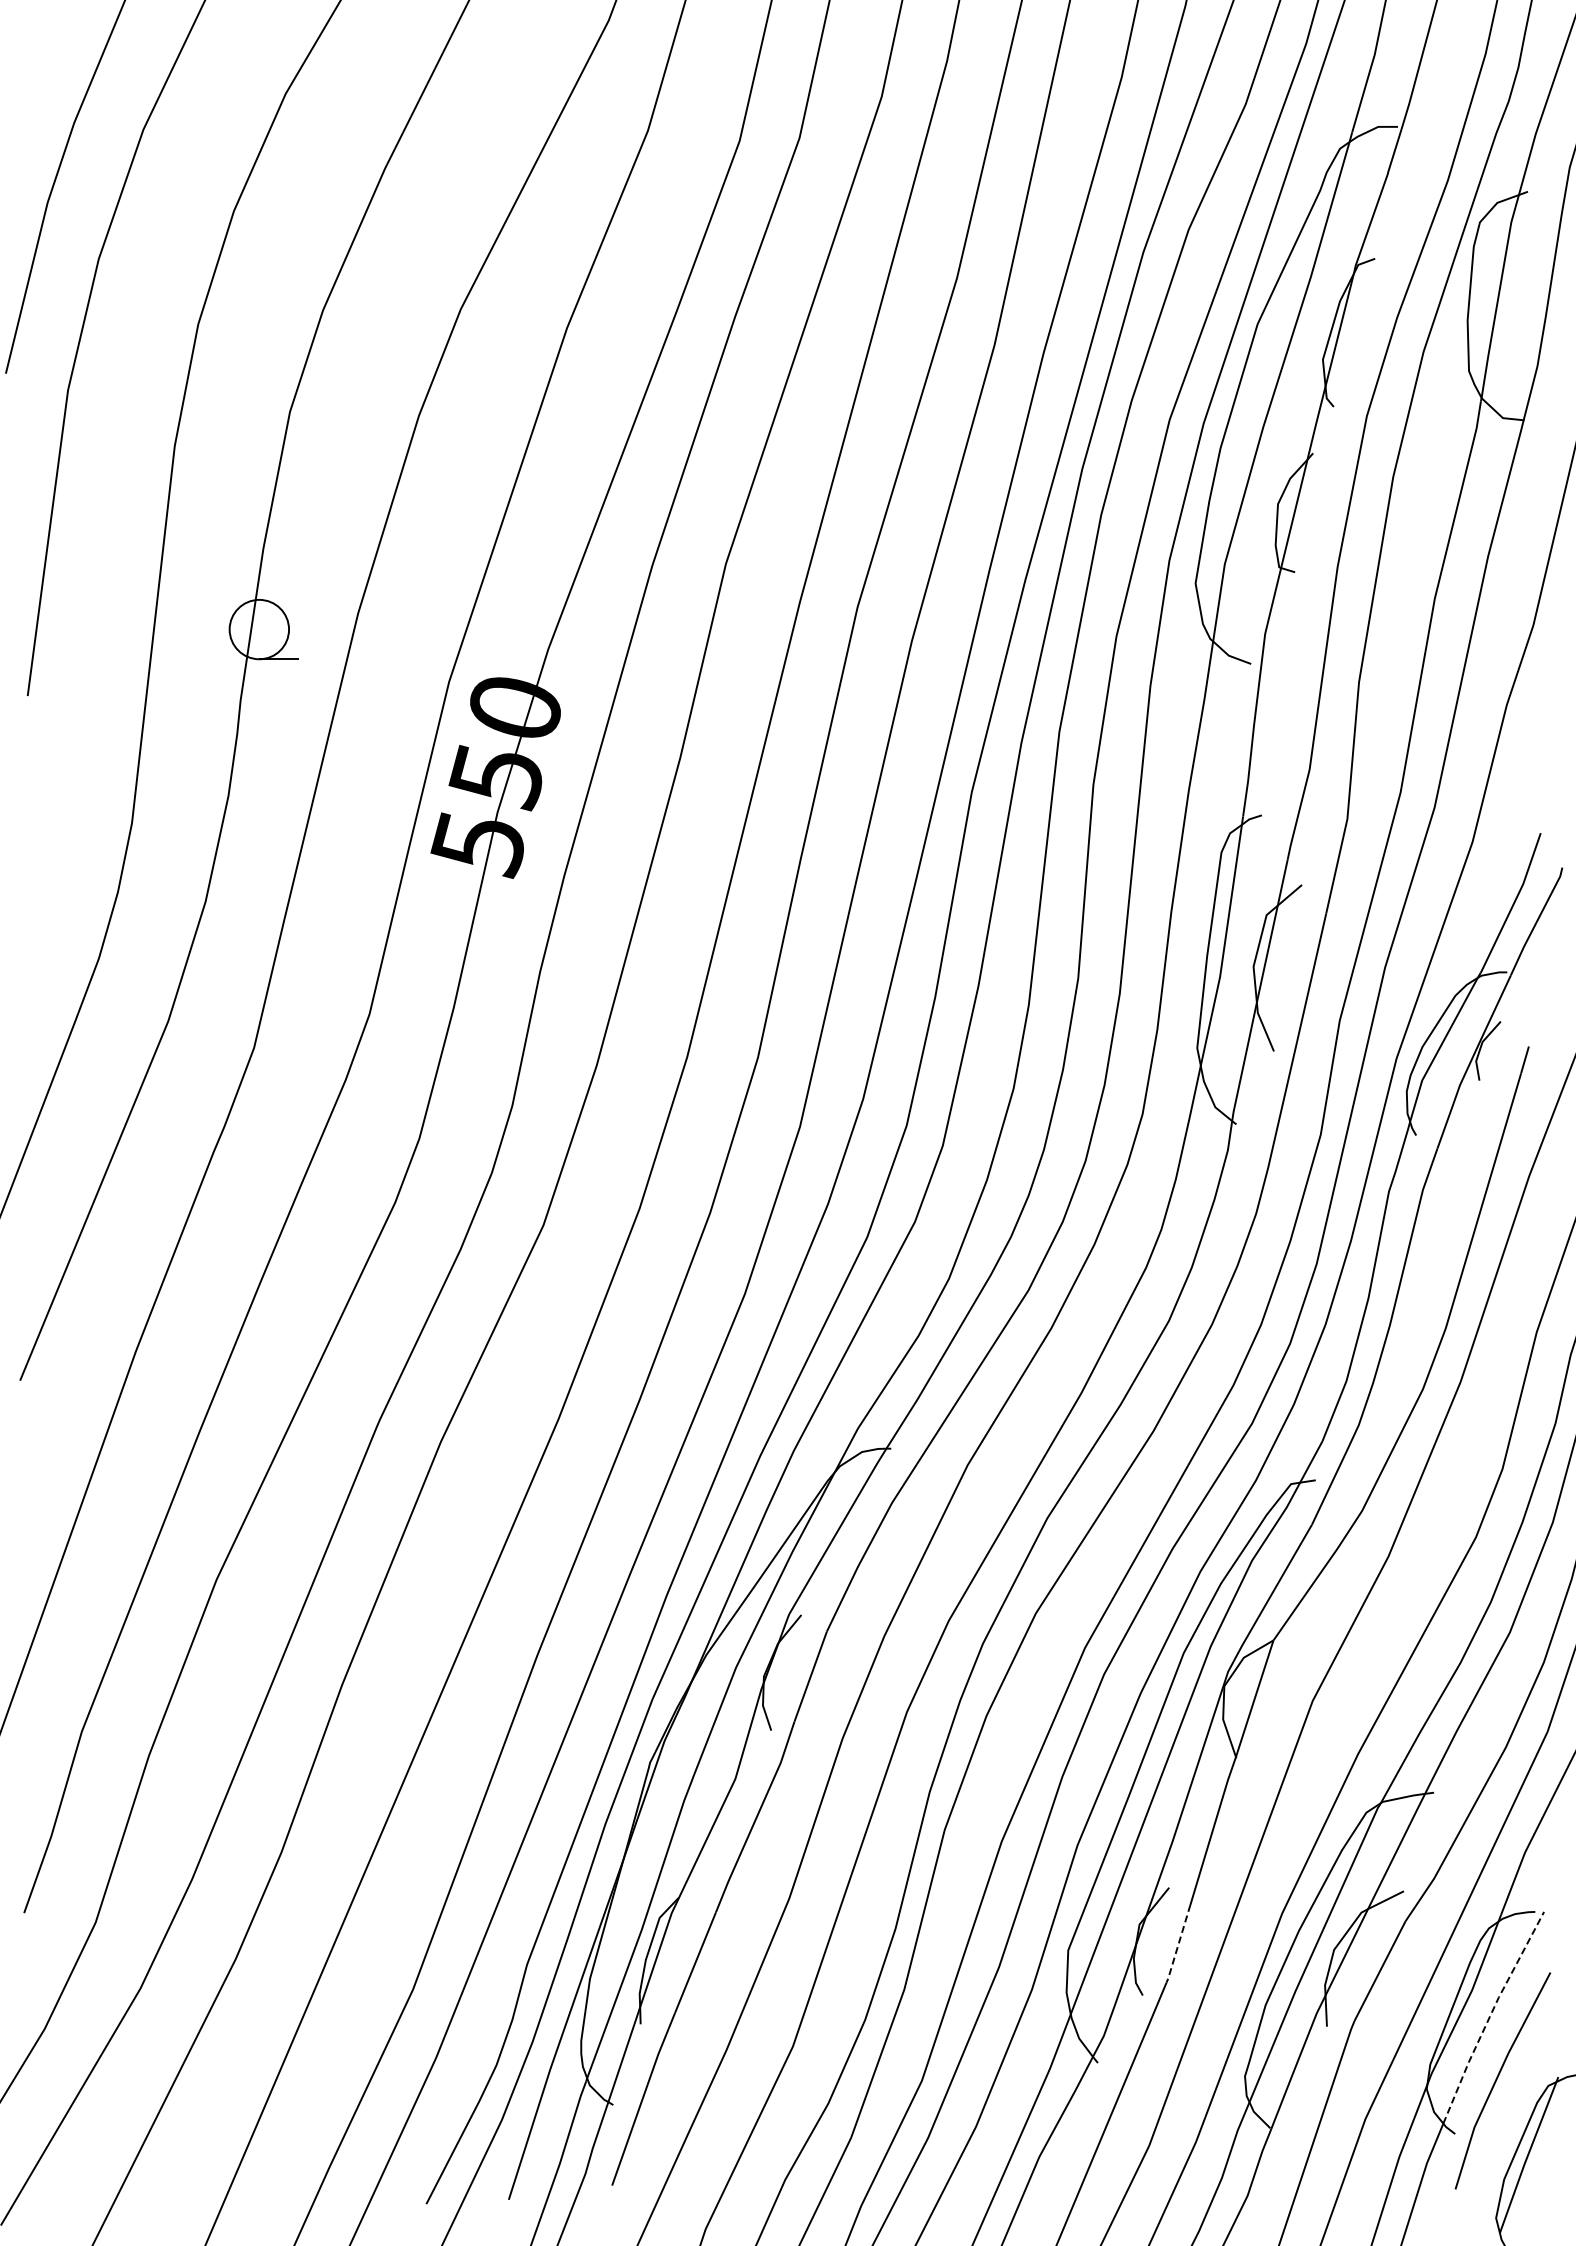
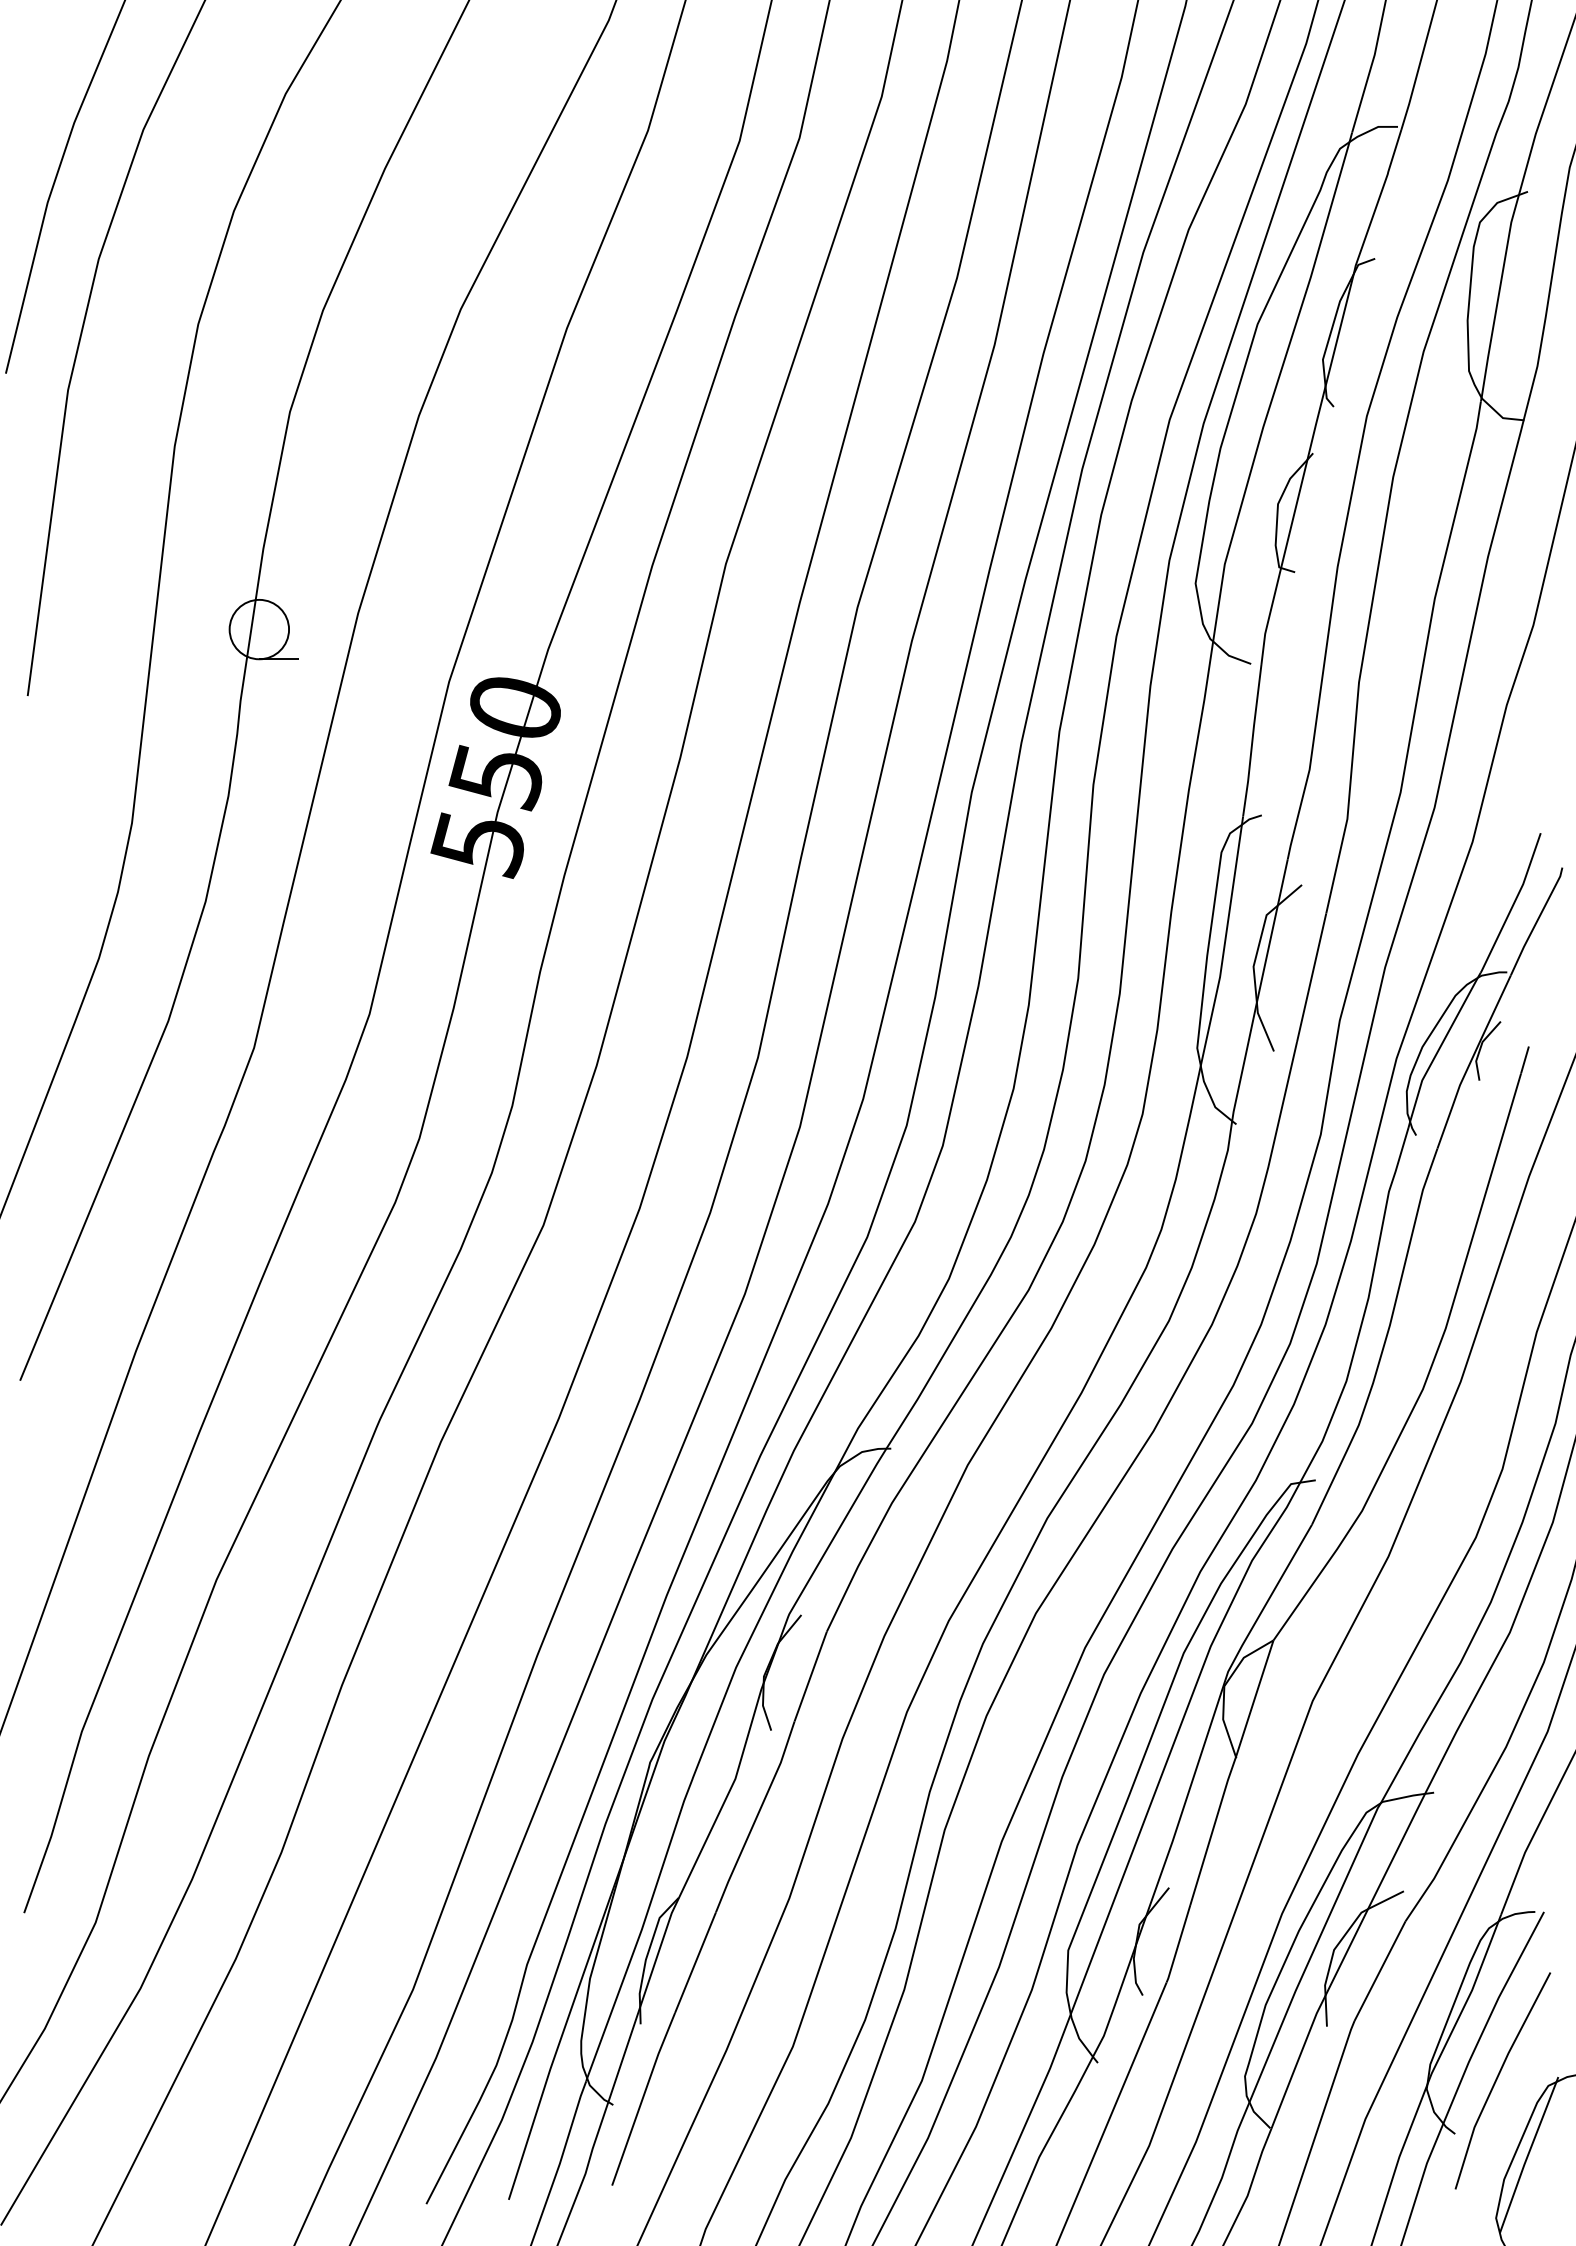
line at (1178, 1945): dashed -> solid
line at (1490, 2015): dashed -> solid
